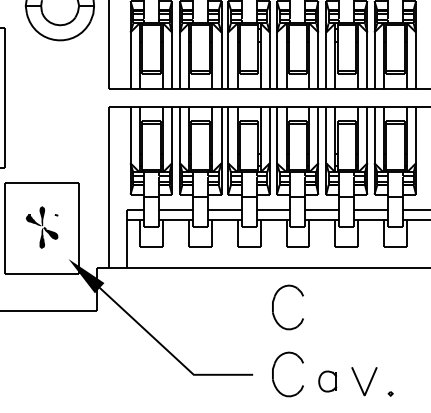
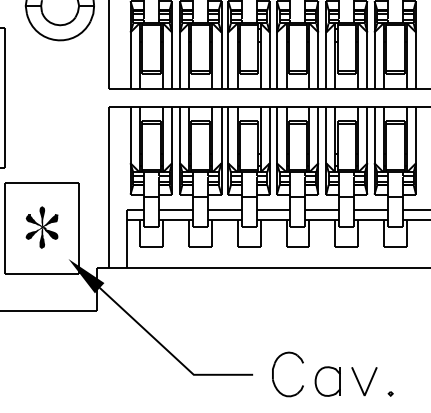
fill at (41, 227): none -> present
part at (273, 307): present -> none
part at (327, 381) size: 20x23 px -> 27x31 px
